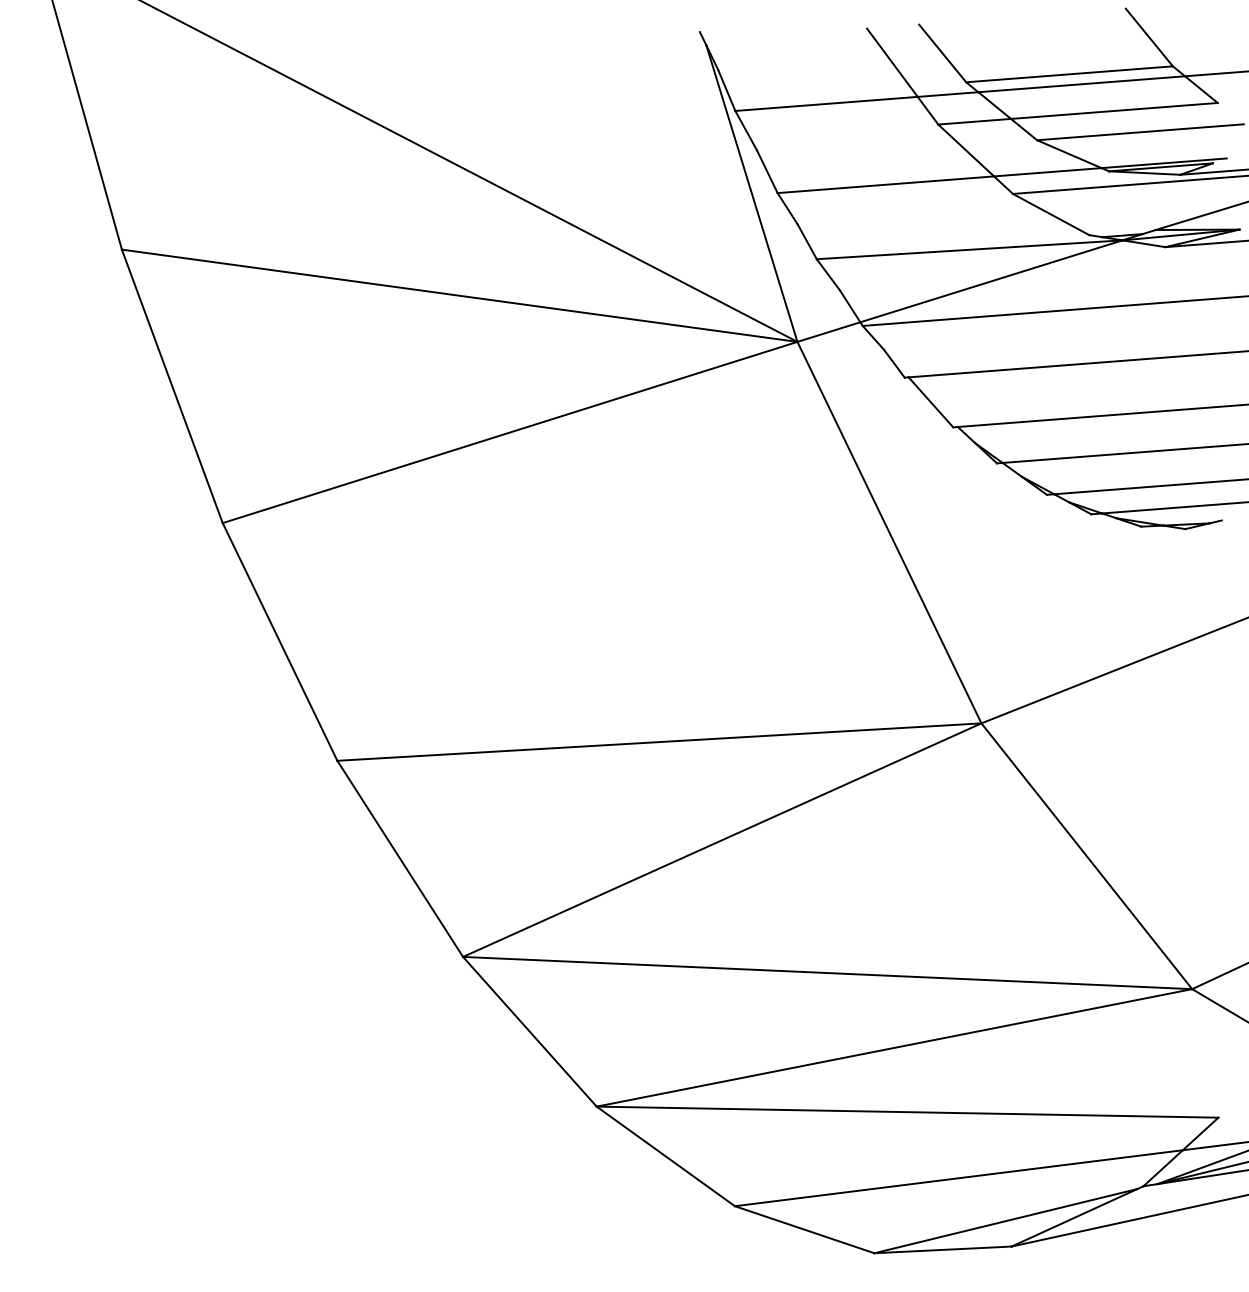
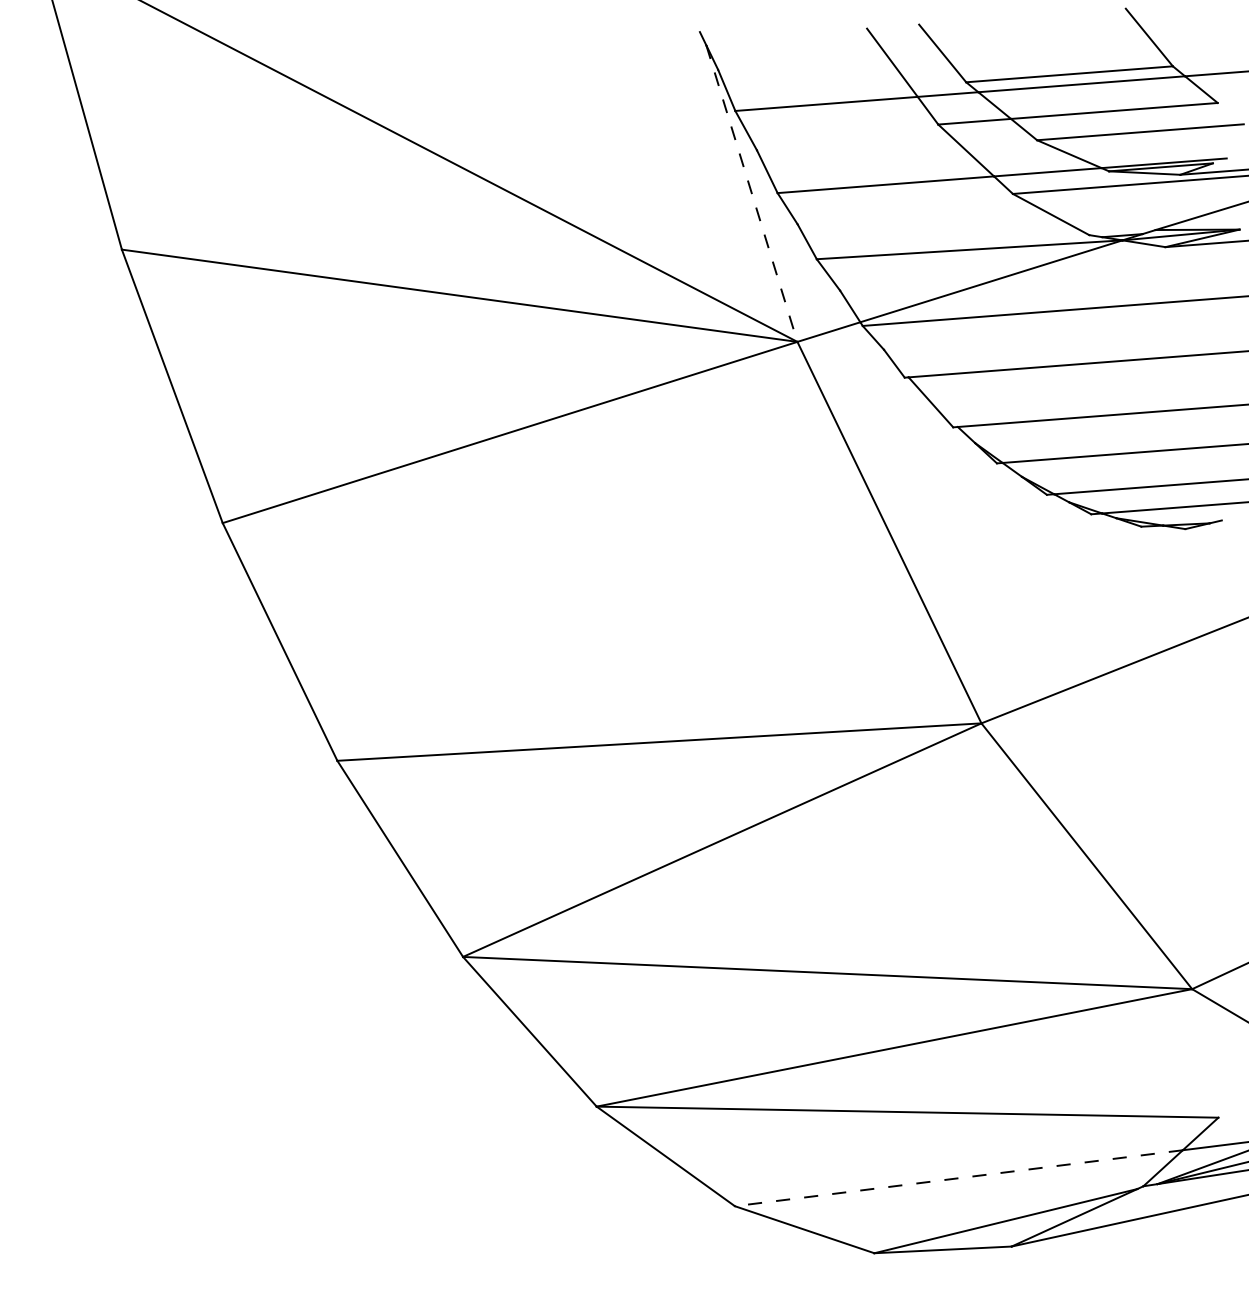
line at (752, 194): solid -> dashed
line at (958, 1178): solid -> dashed
